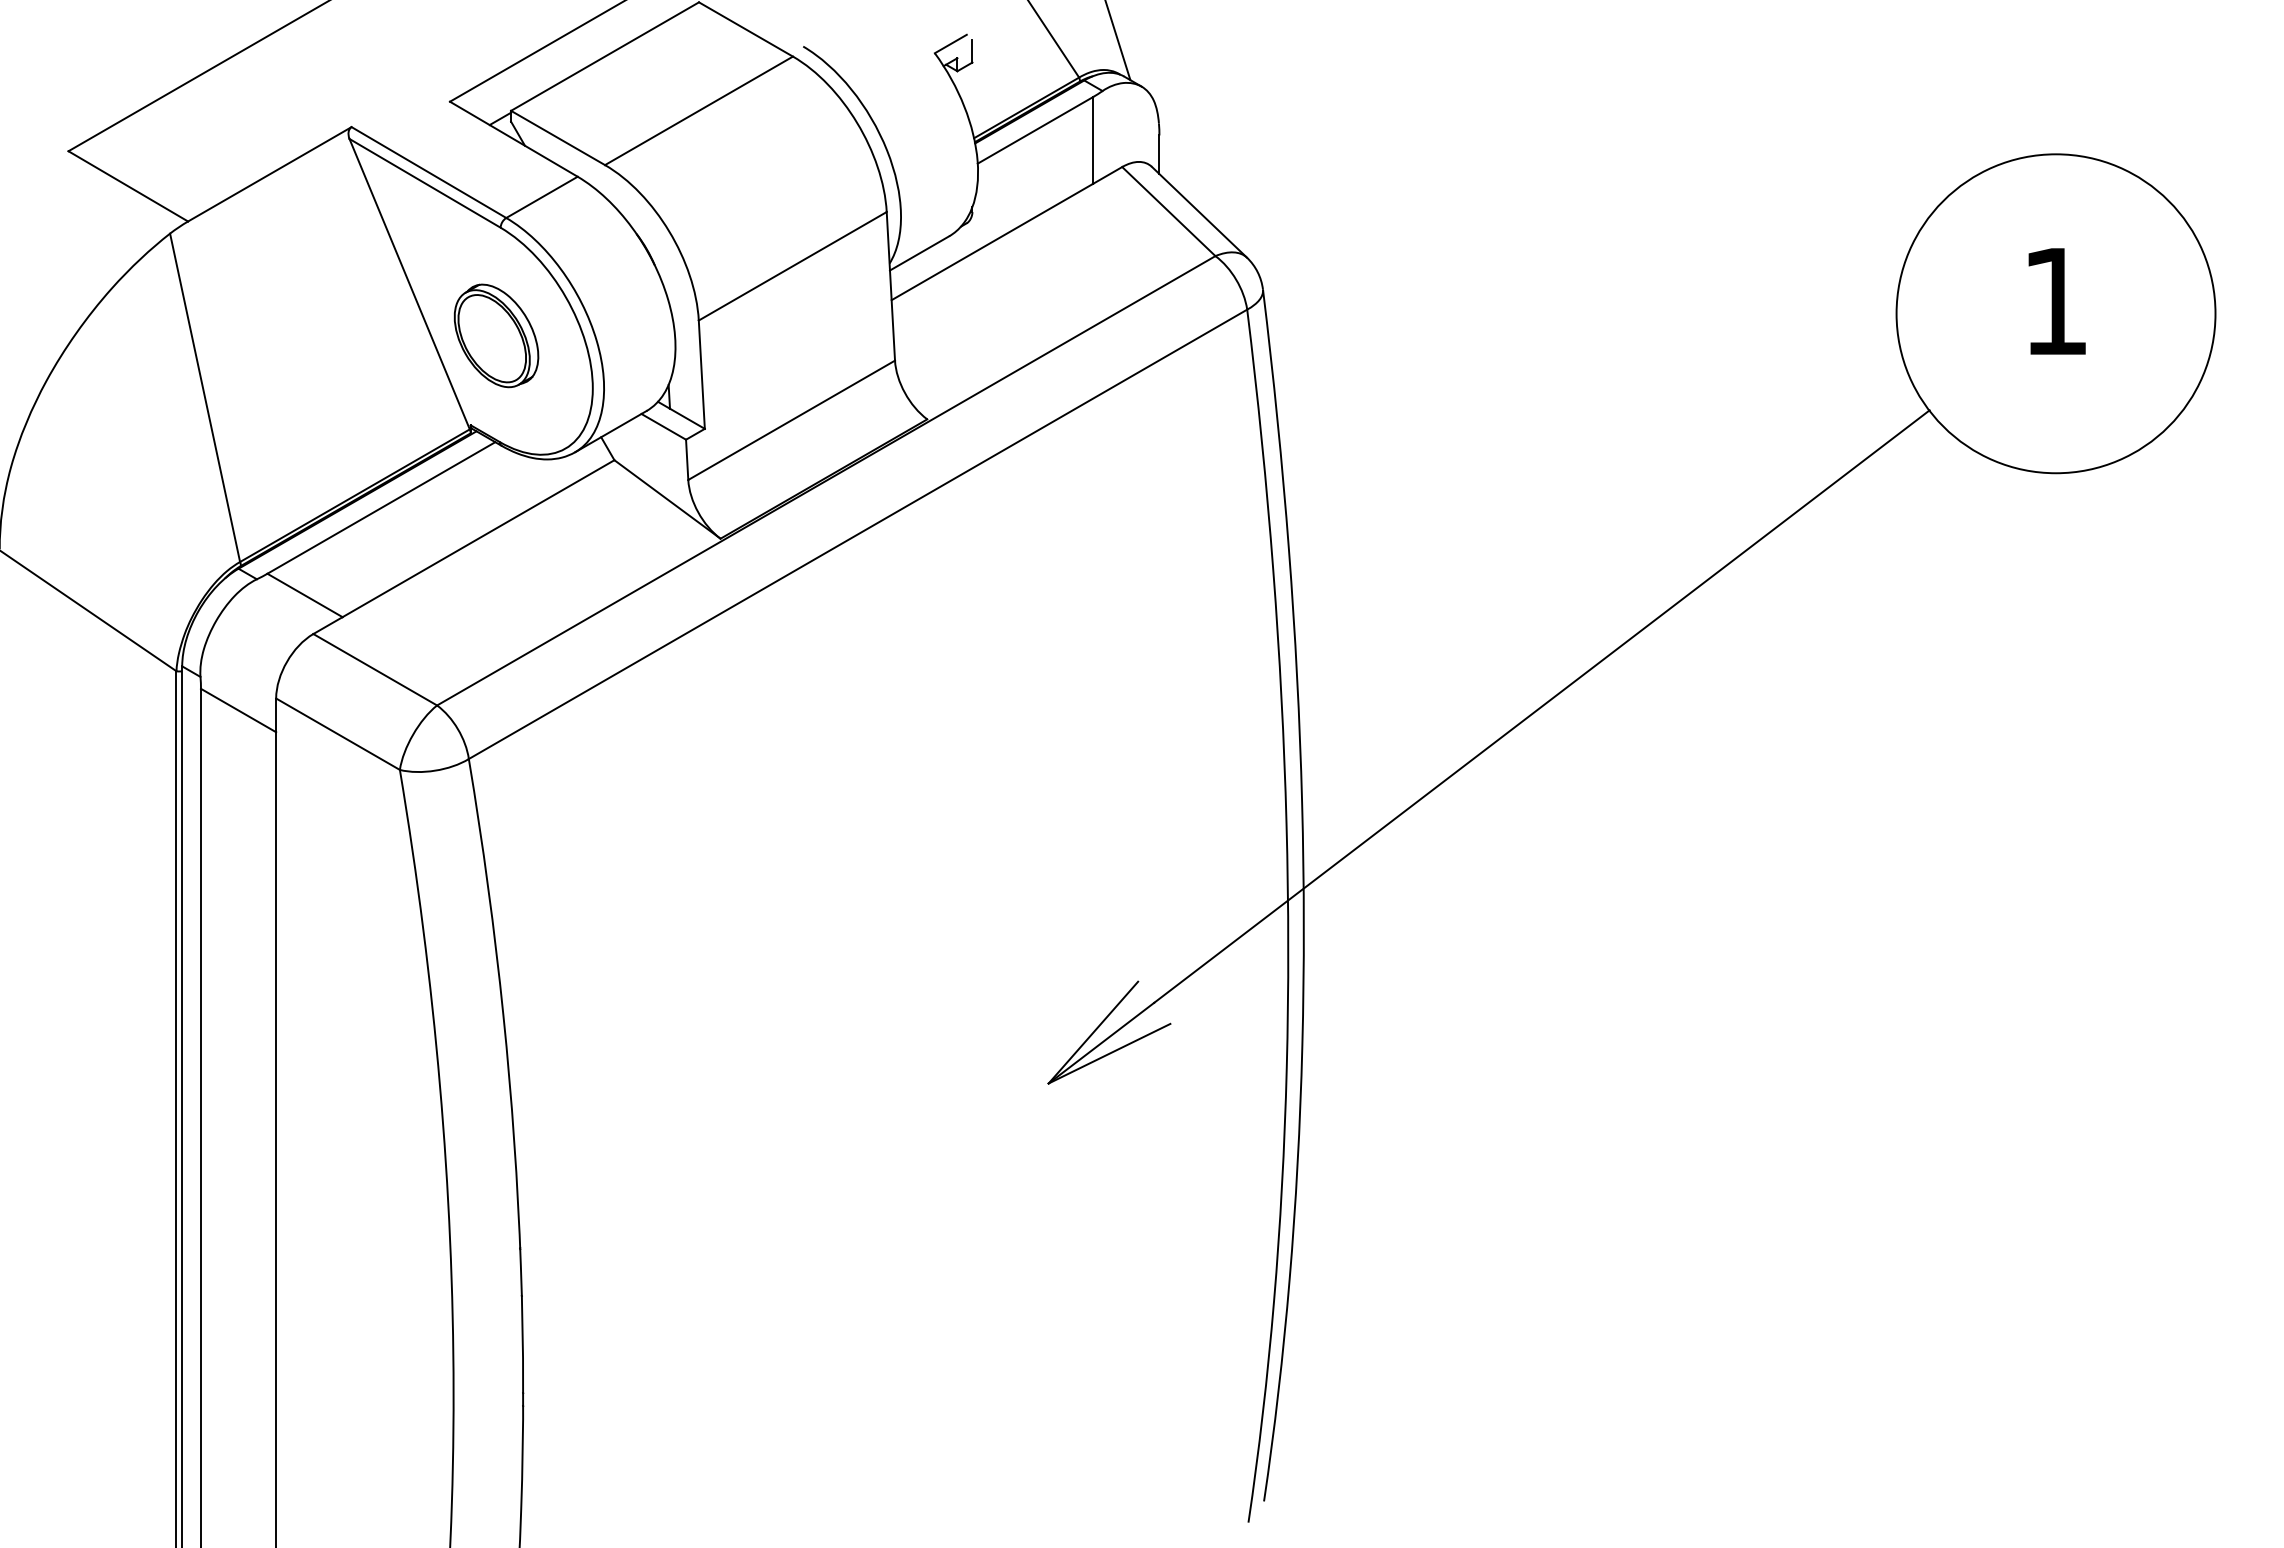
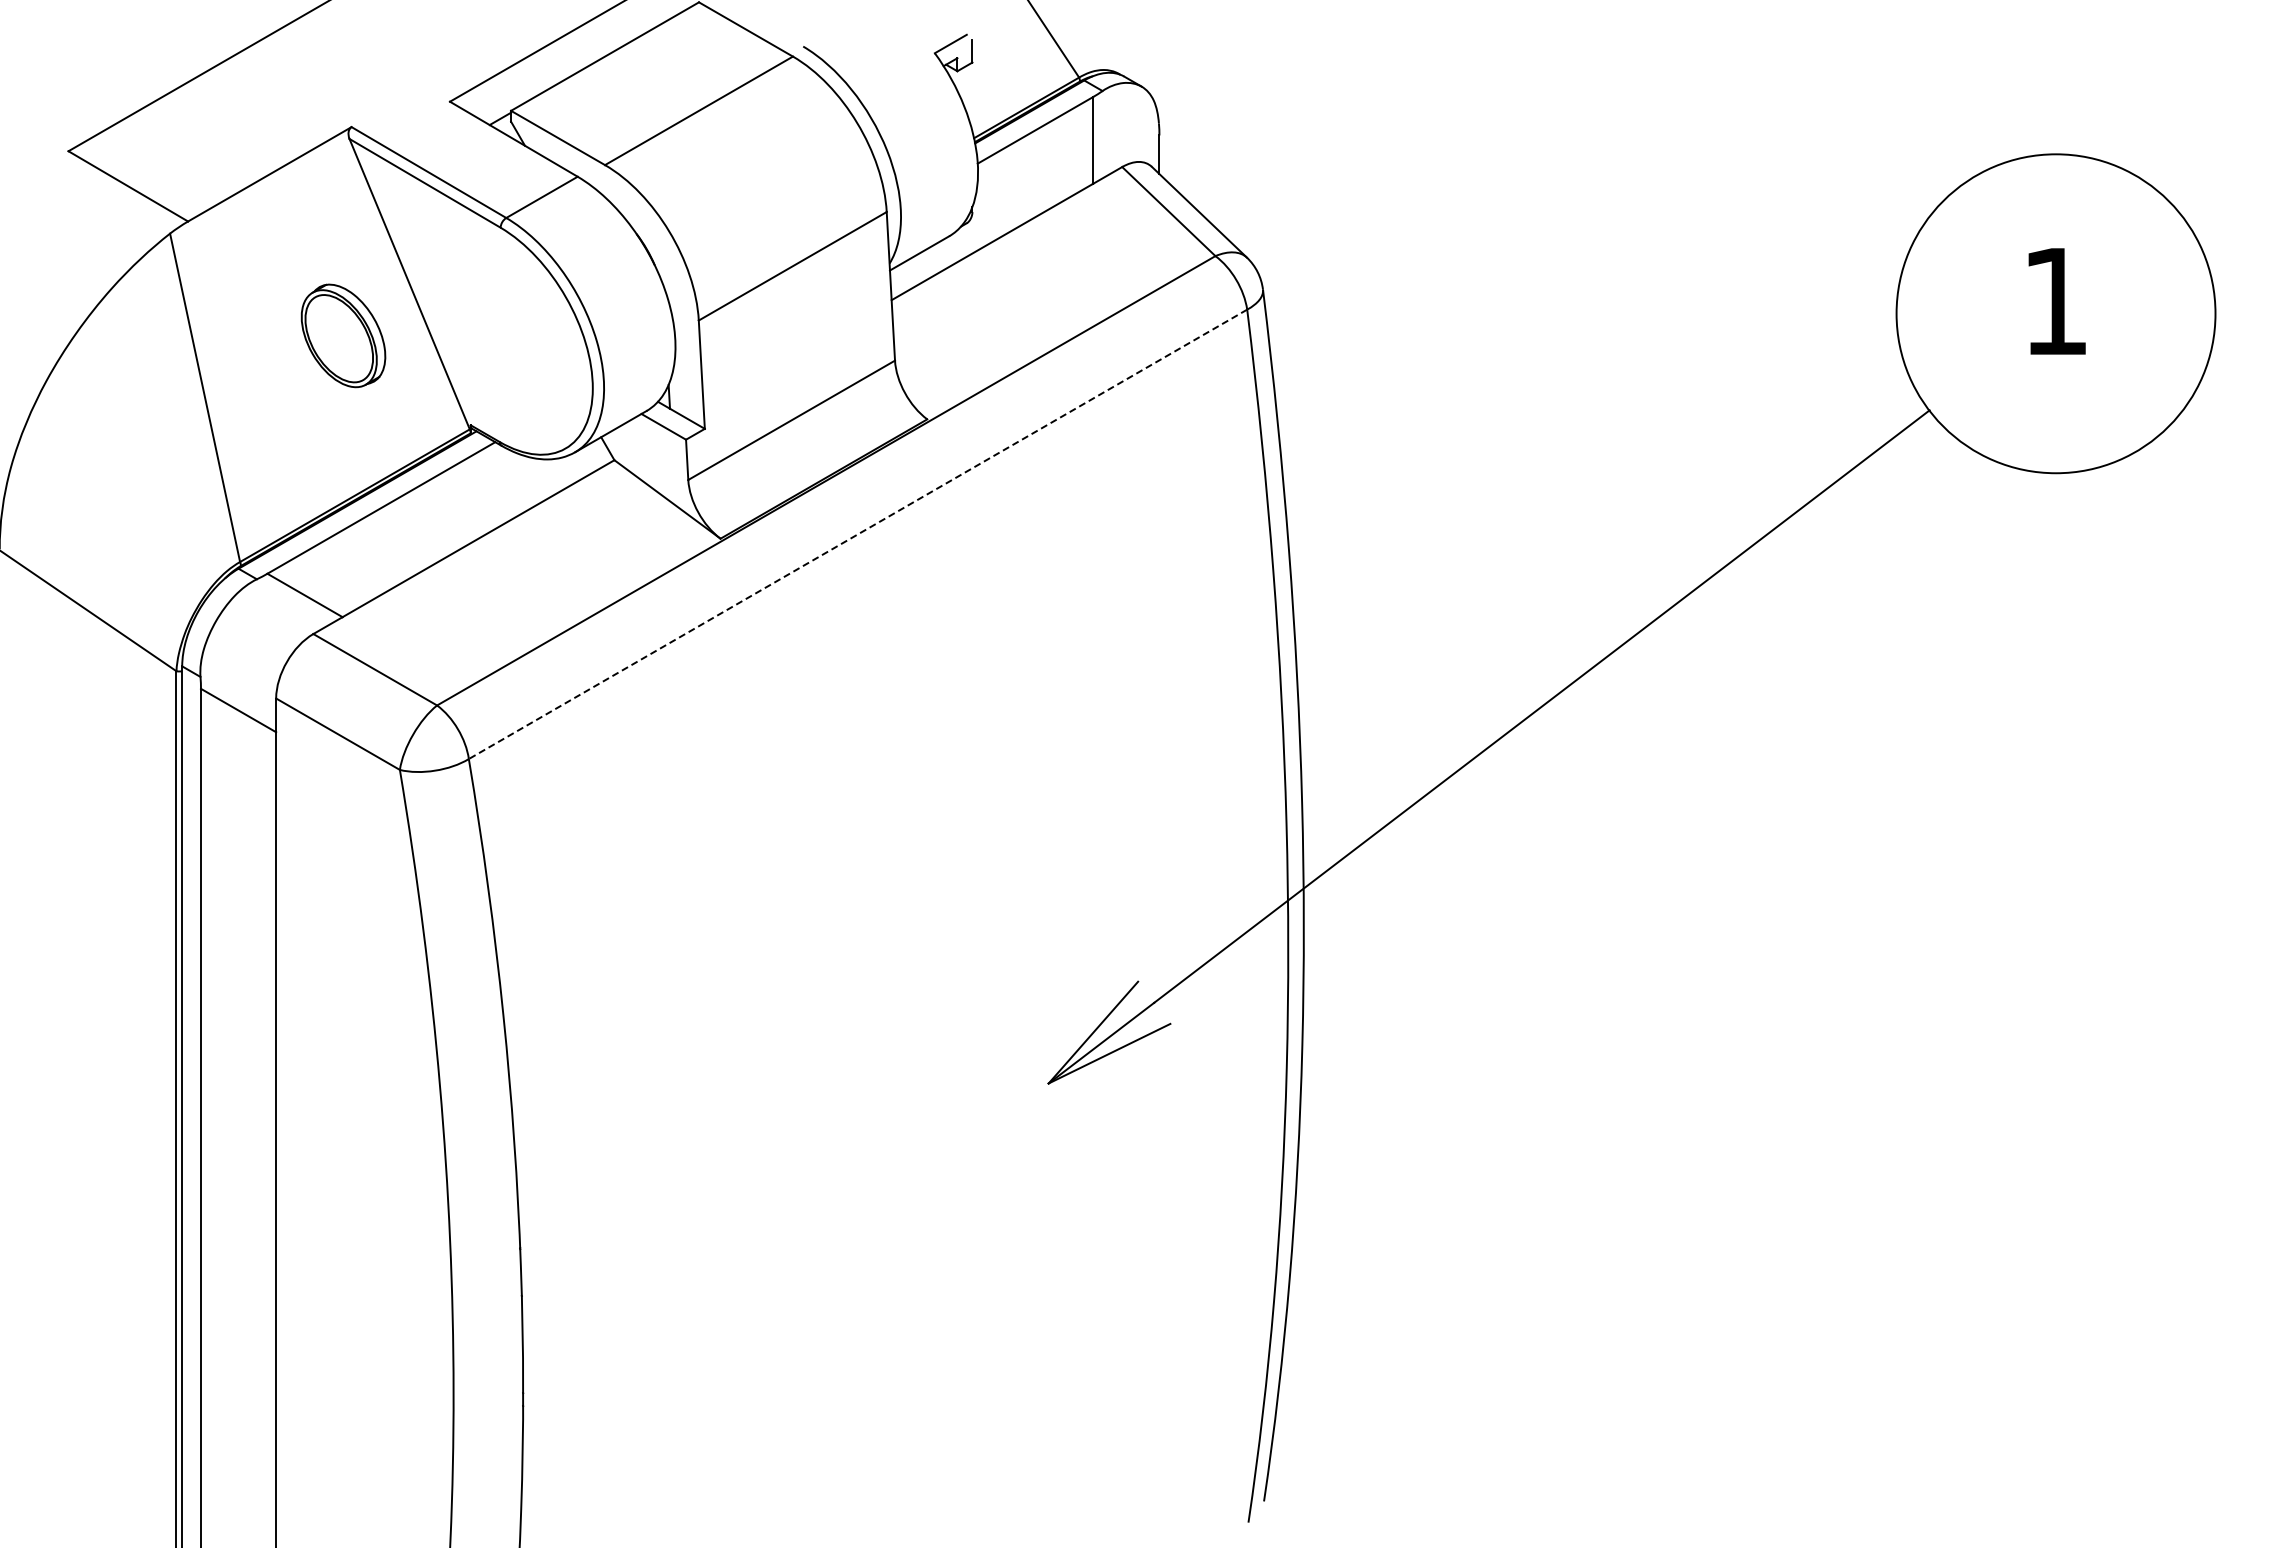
line at (1118, 41): present -> none
part at (496, 335) position: (496, 335) -> (343, 335)
line at (857, 534): solid -> dashed
